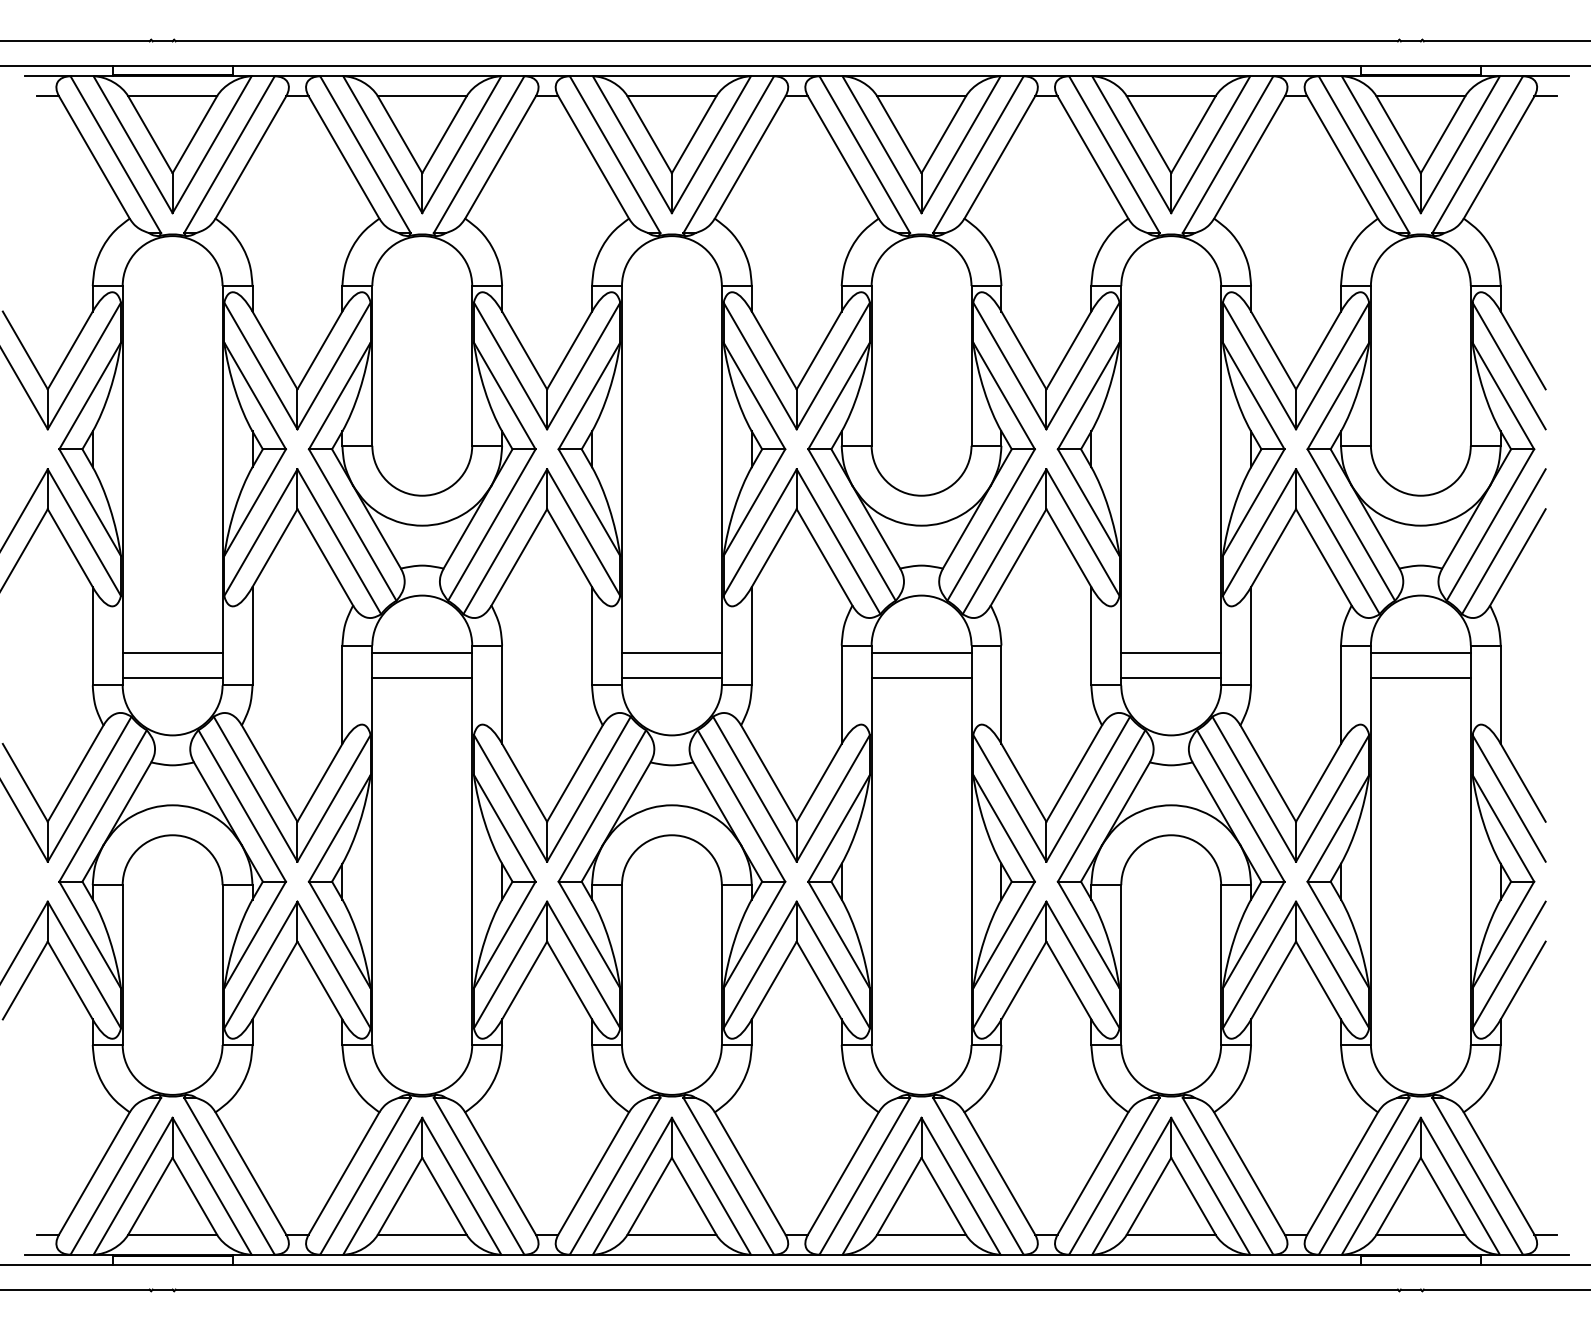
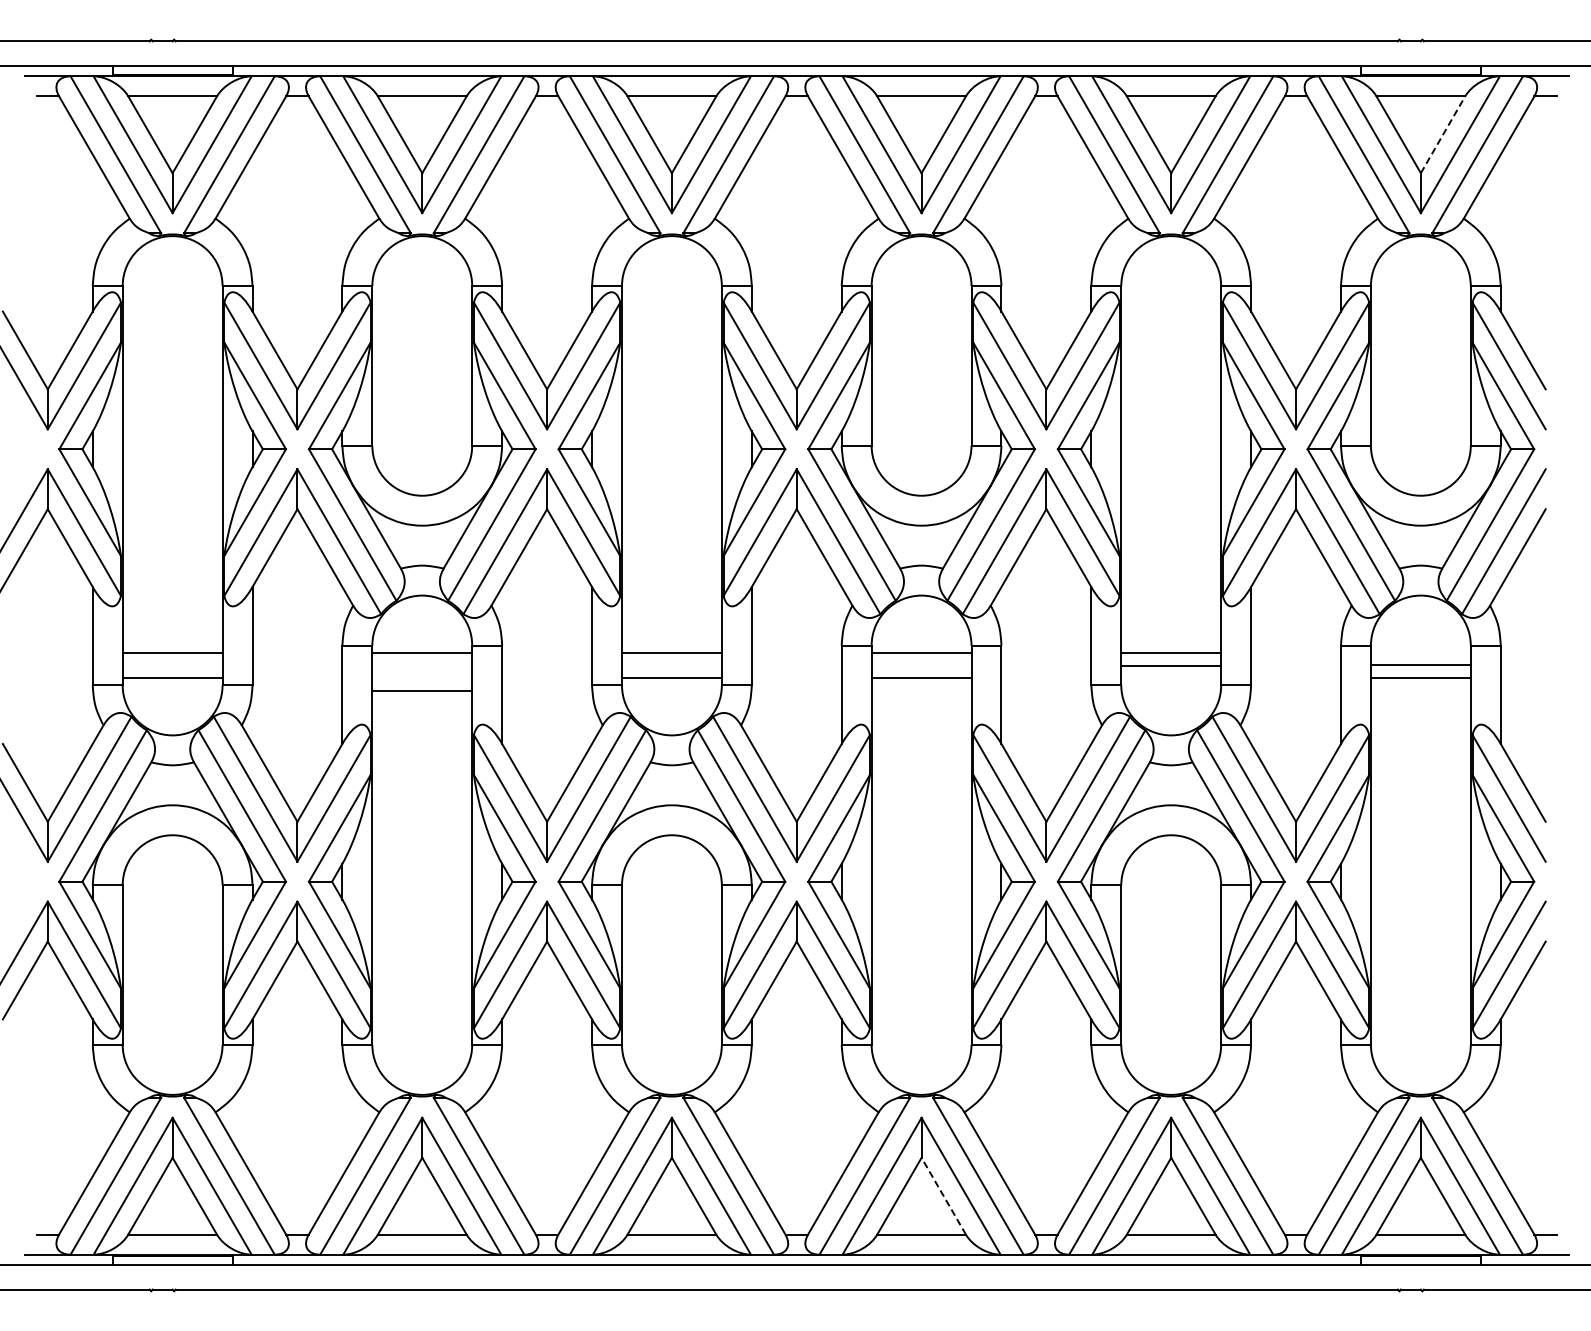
line at (1443, 134): solid -> dashed
line at (1420, 653) position: (1420, 653) -> (1420, 665)
line at (422, 677) position: (422, 677) -> (422, 690)
line at (1171, 677) position: (1171, 677) -> (1171, 665)
line at (943, 1195): solid -> dashed
